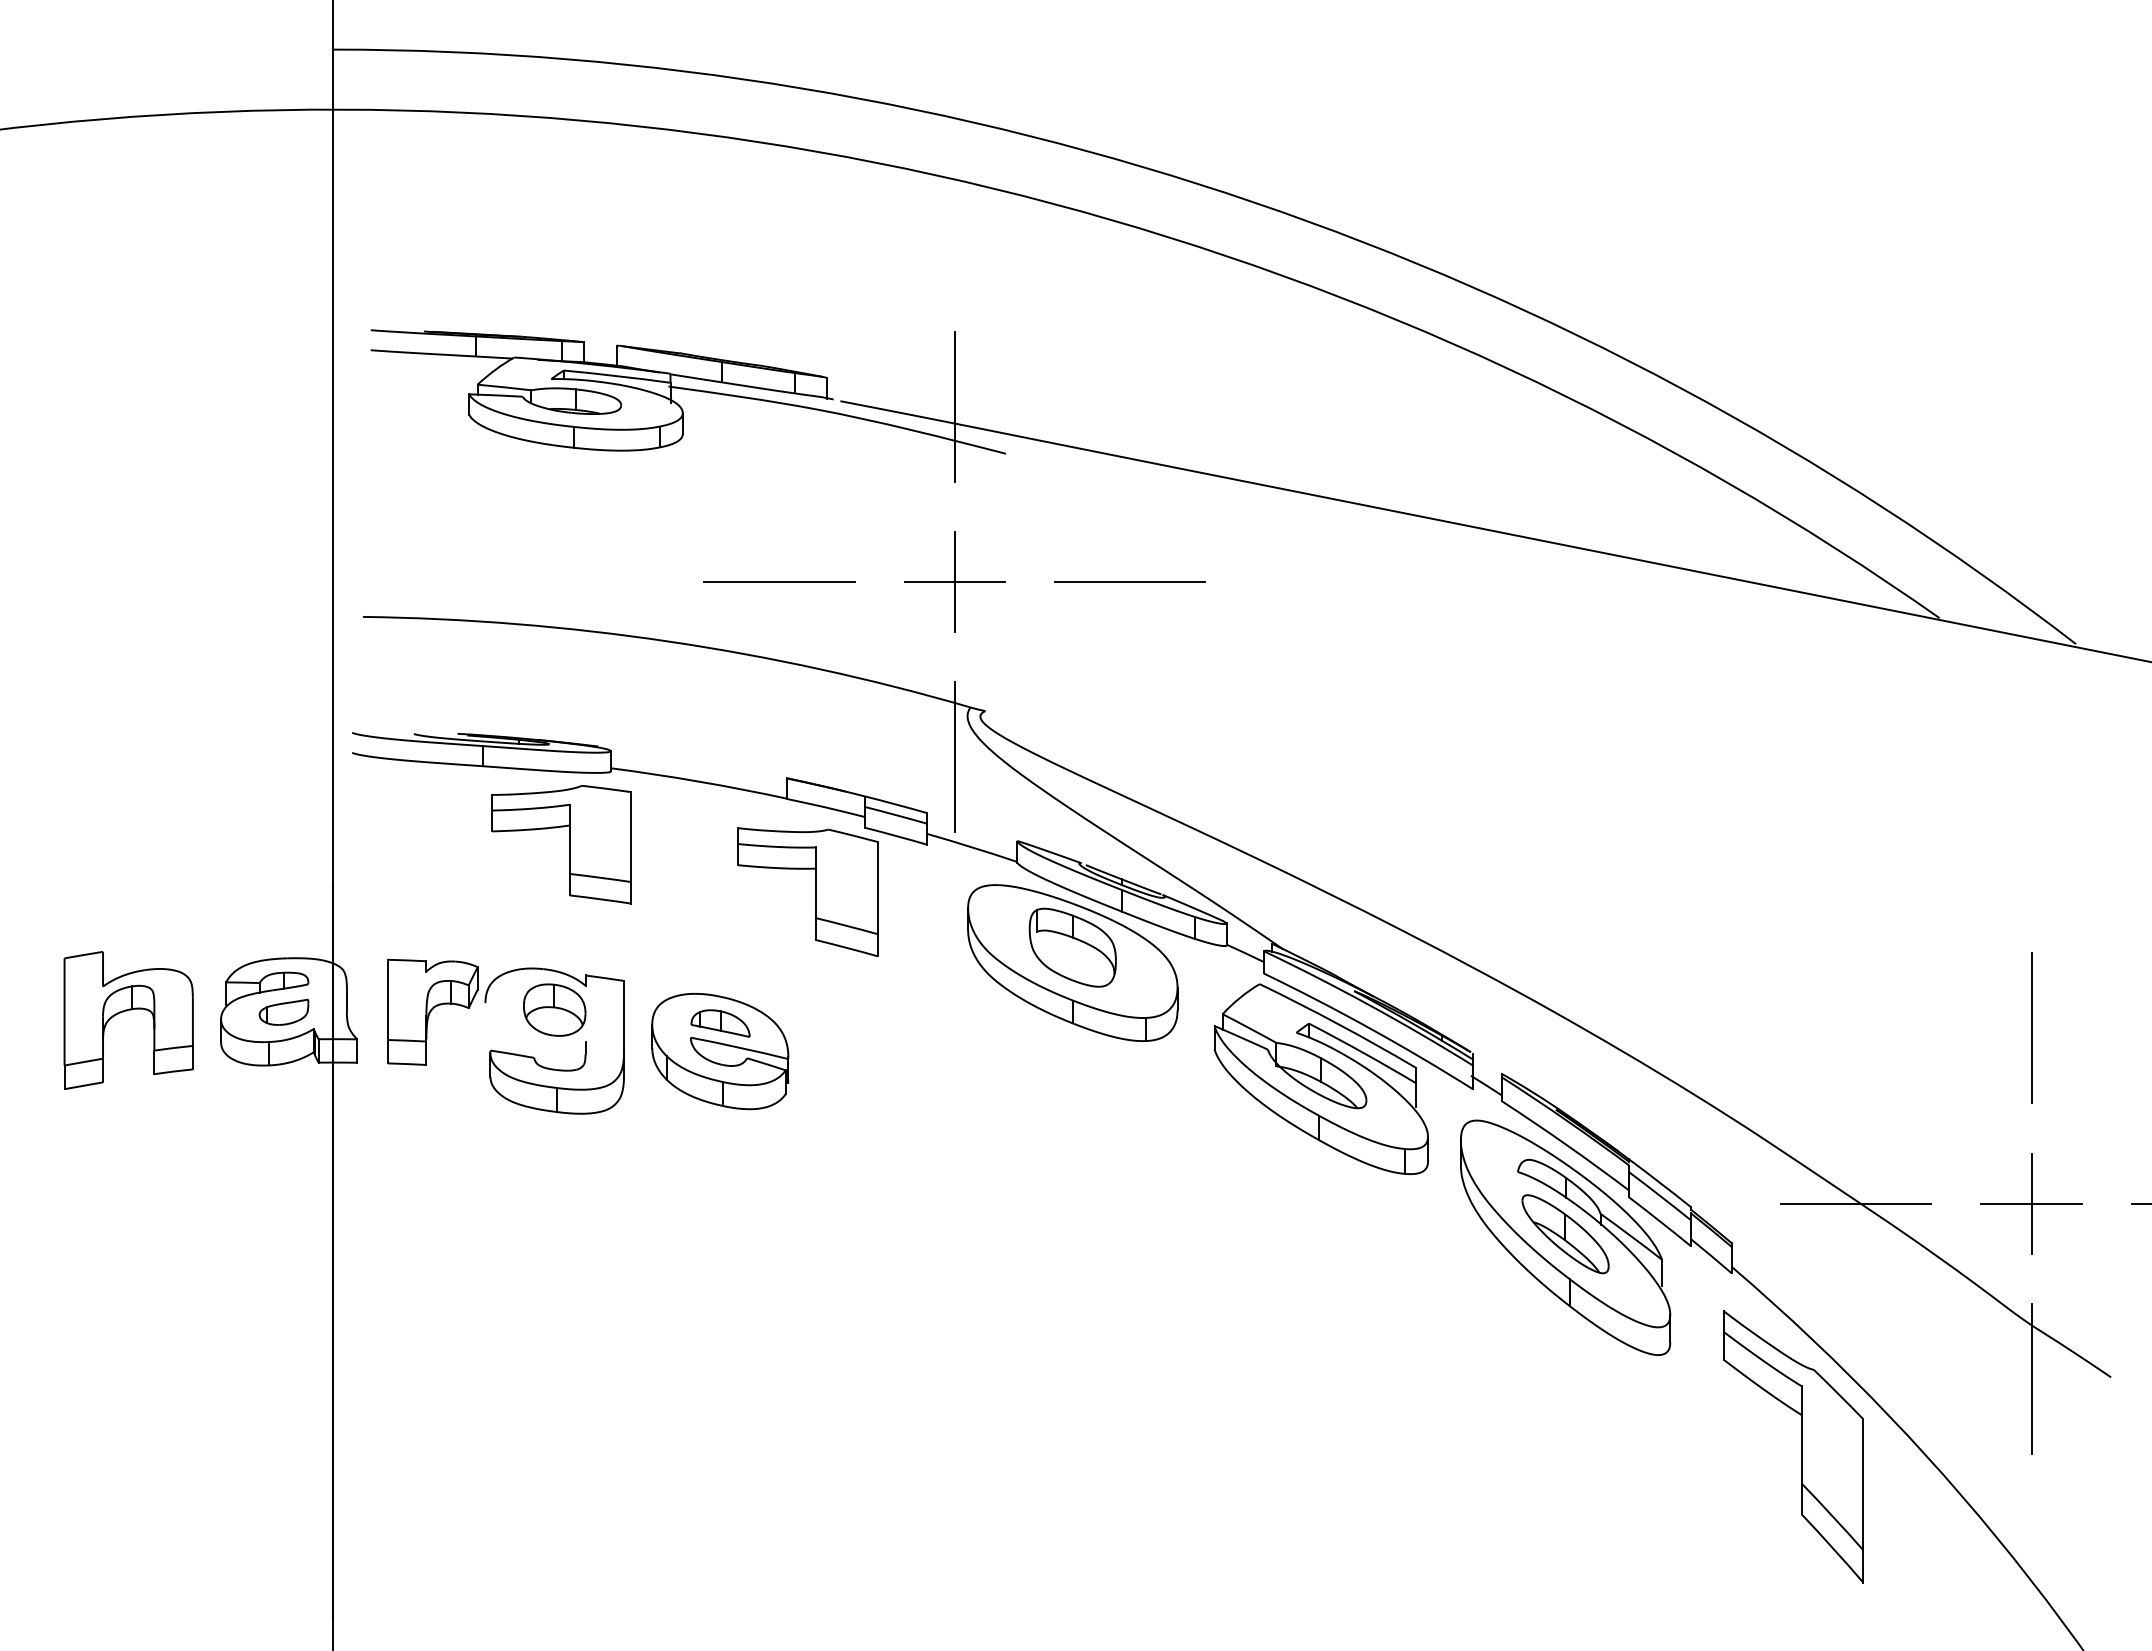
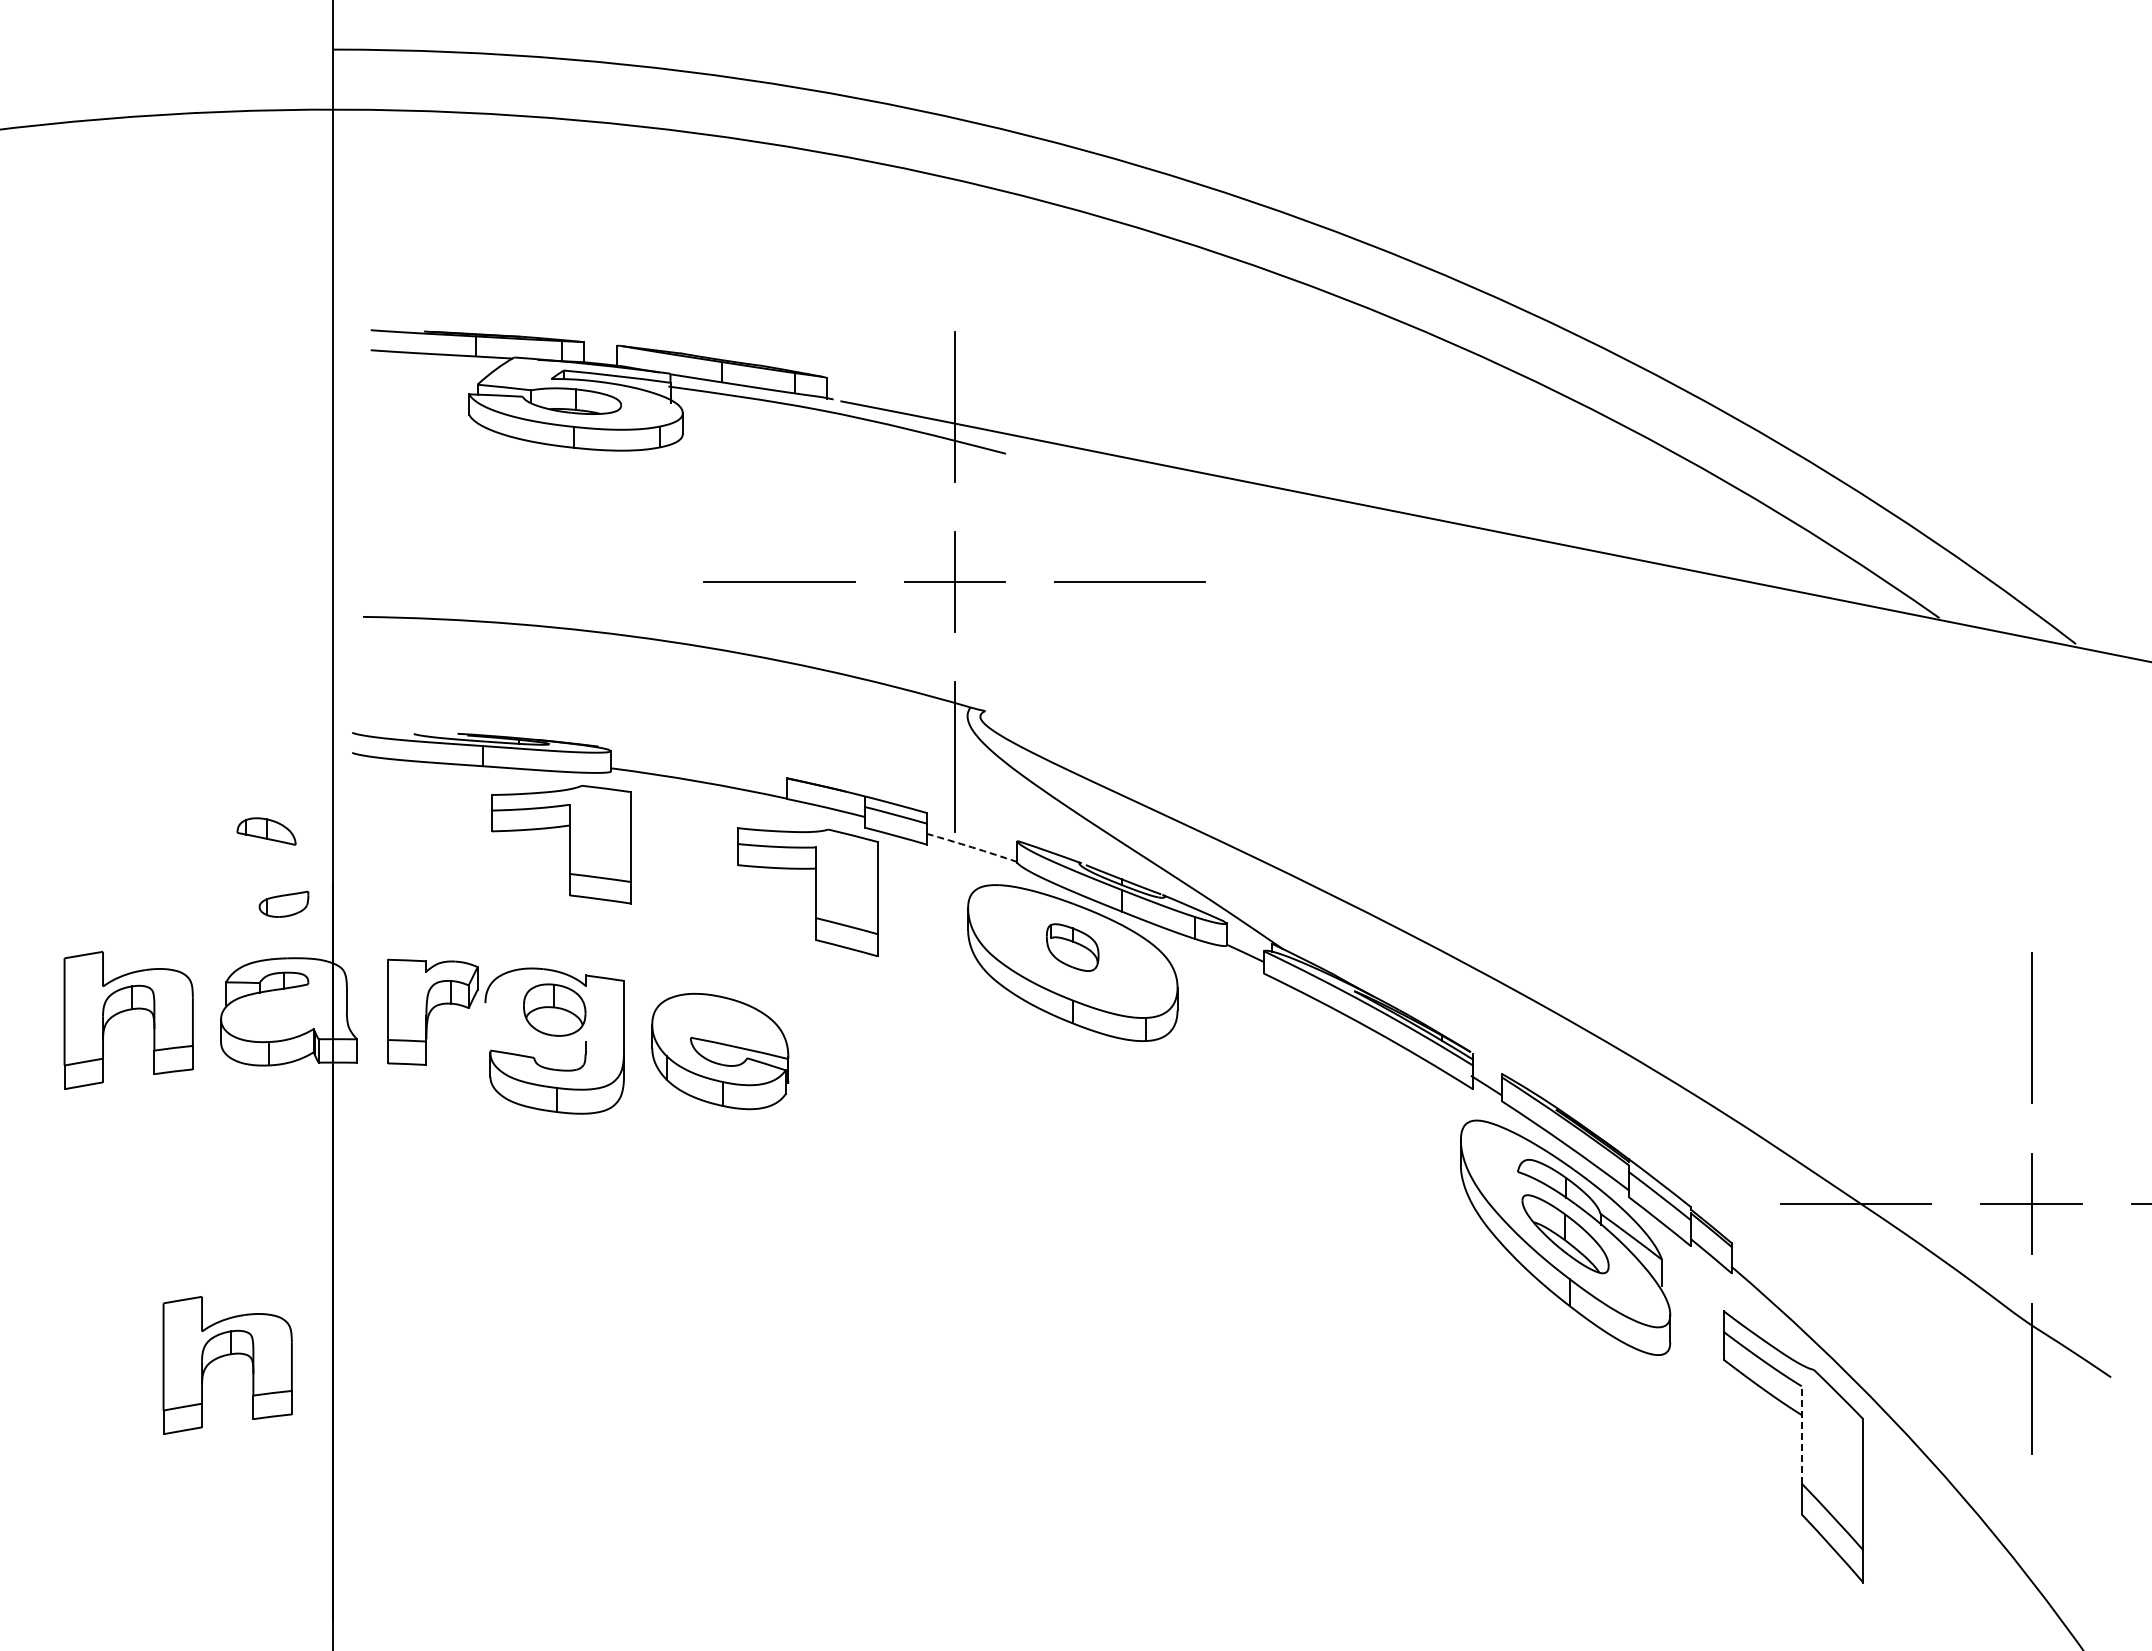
arc at (972, 847): solid -> dashed
part at (1072, 947) size: 89x81 px -> 54x49 px
part at (283, 1011) position: (283, 1011) -> (283, 903)
part at (720, 1023) position: (720, 1023) -> (266, 831)
part at (1320, 1078): present -> none
part at (225, 1356): none -> present
line at (1801, 1434): solid -> dashed
